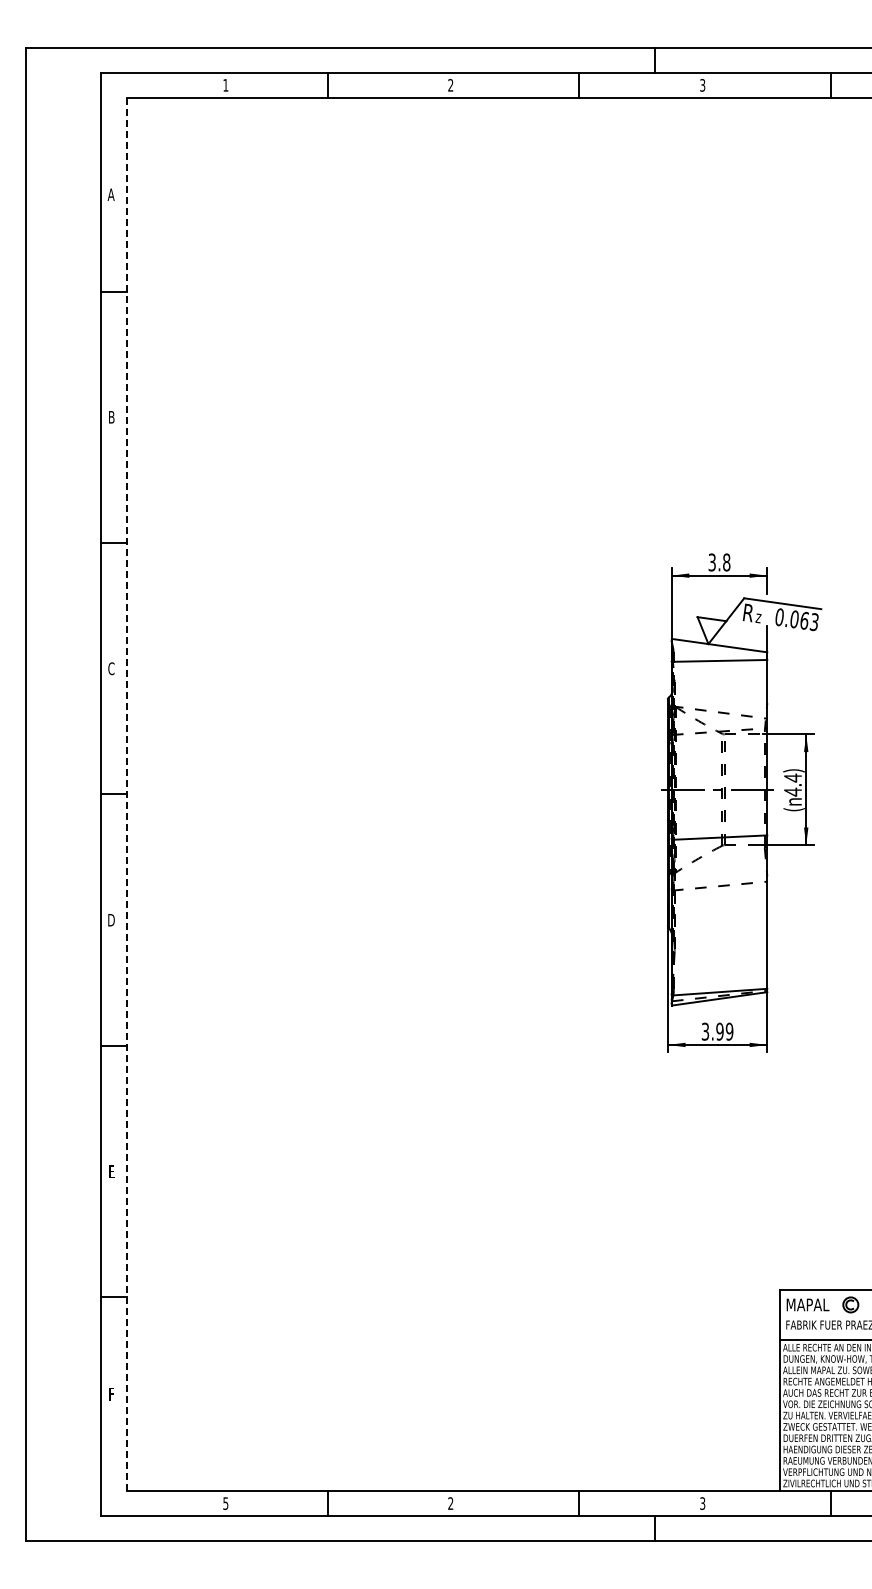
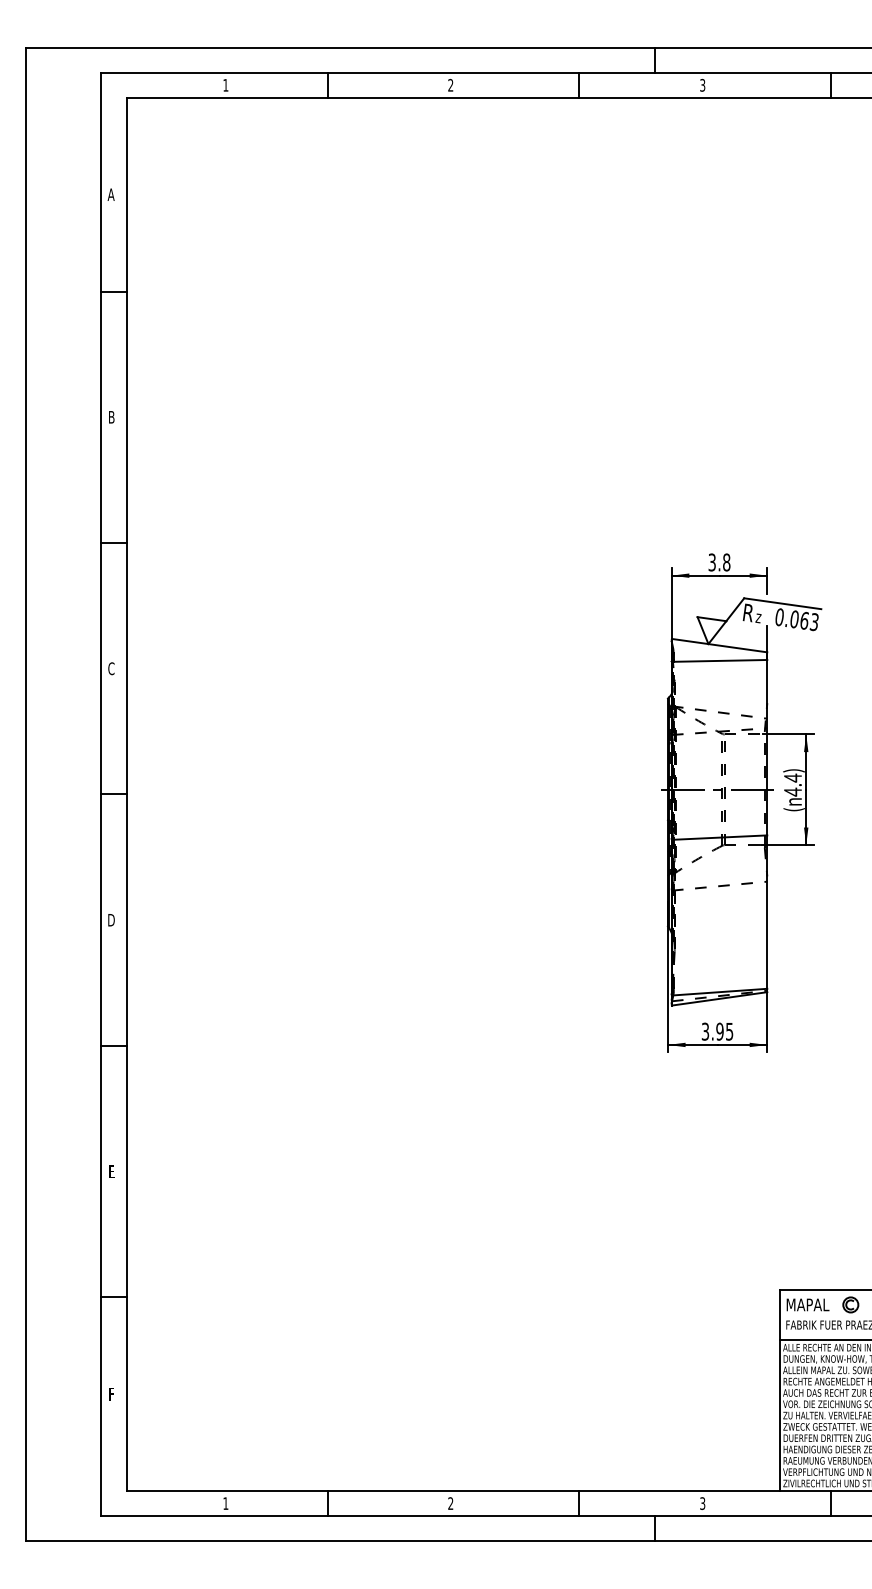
line at (126, 794): dashed -> solid
text at (729, 1031): 3.99 -> 3.95
text at (225, 1503): 5 -> 1
